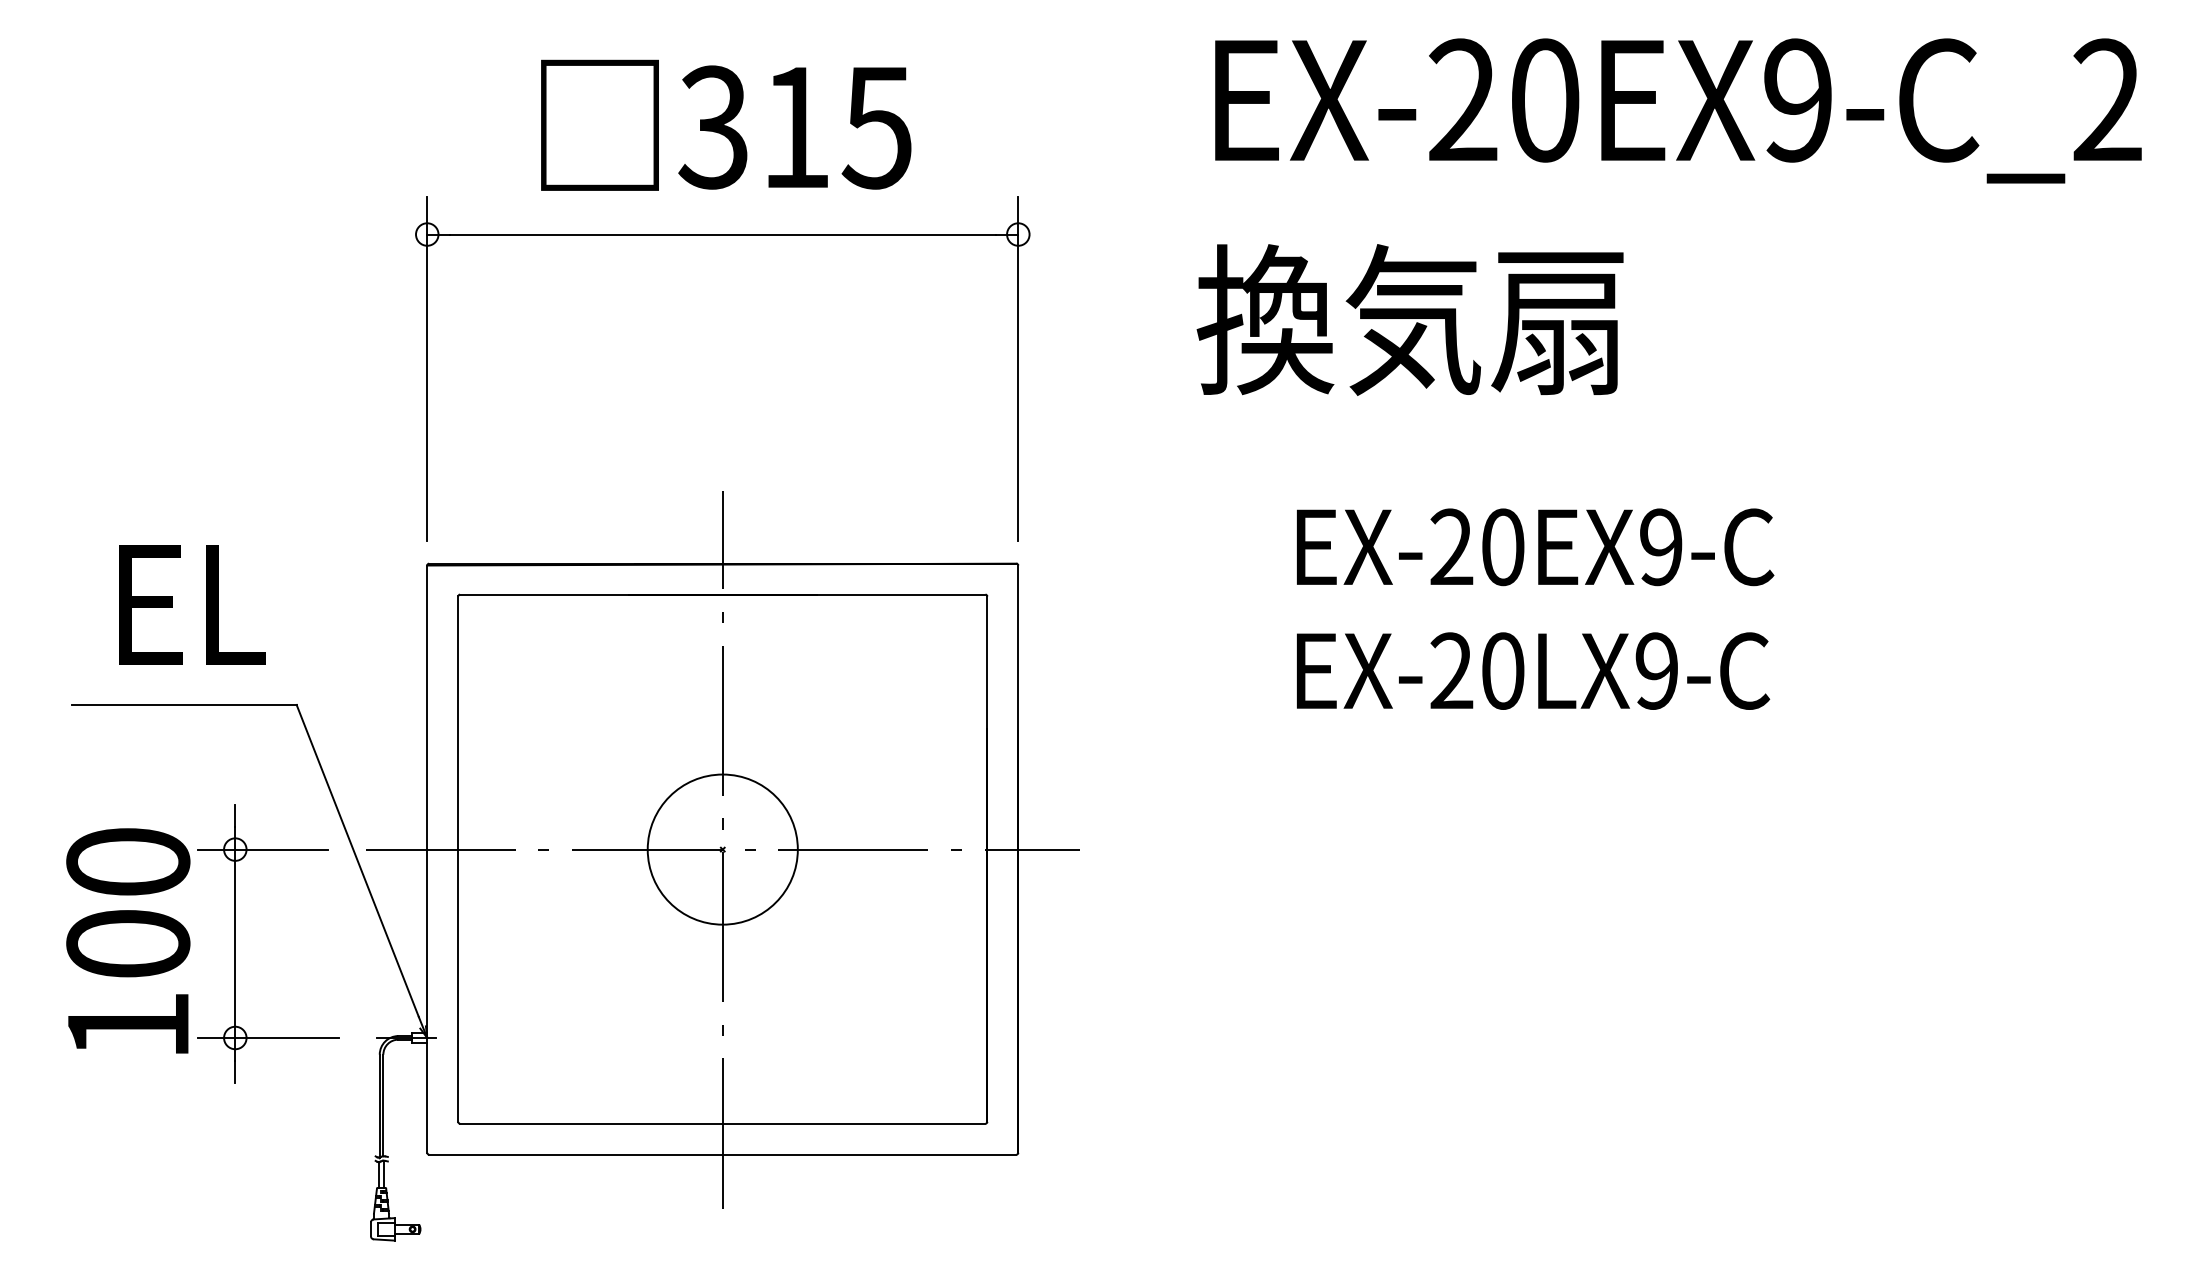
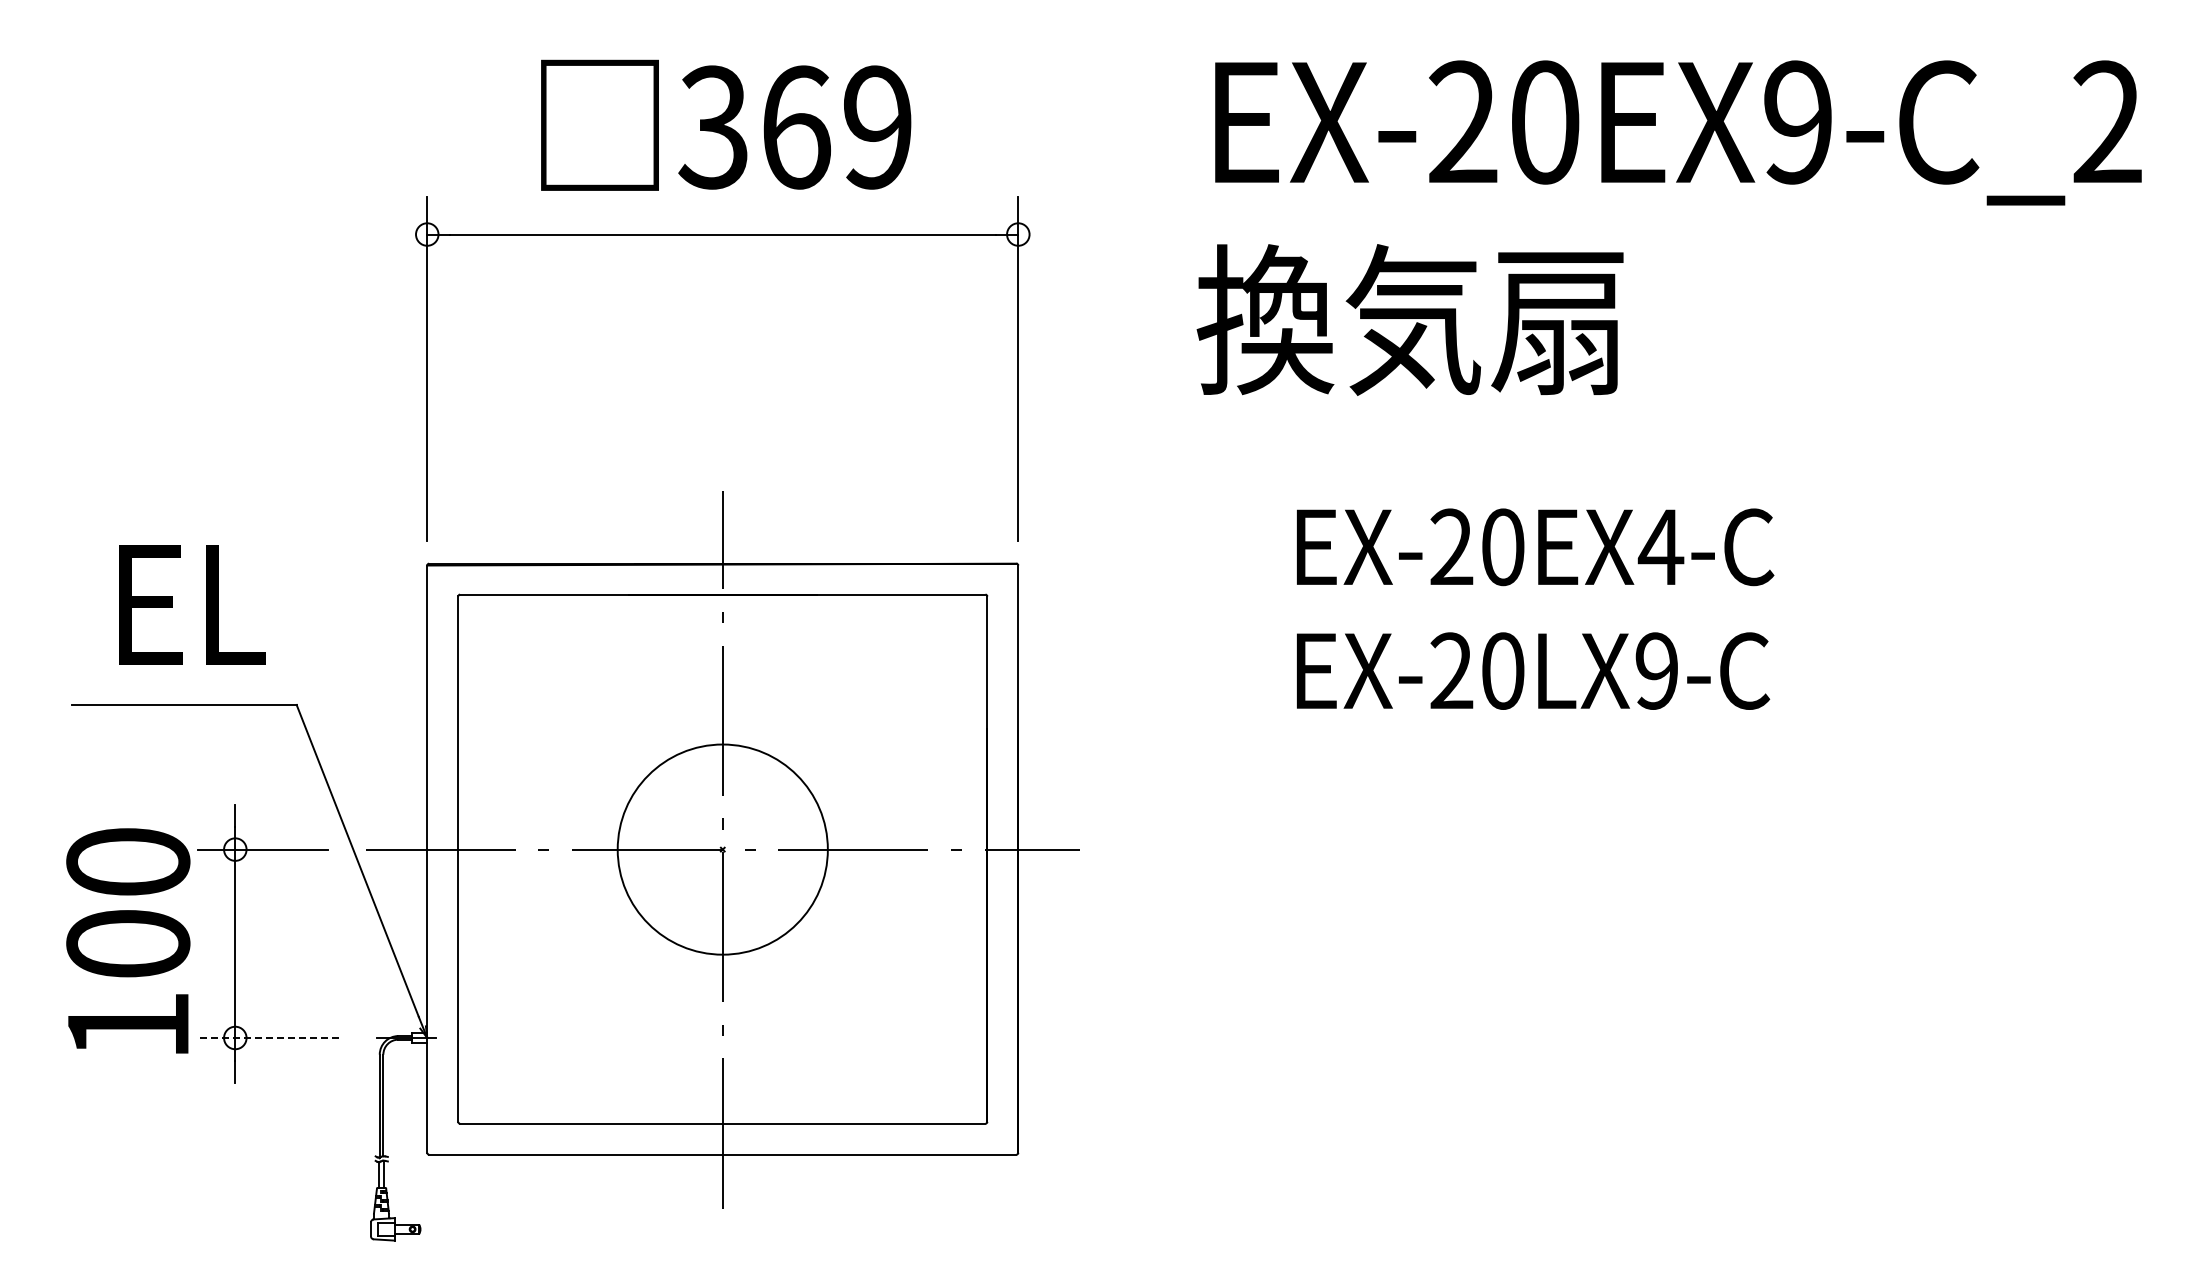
text at (1678, 110) position: (1678, 110) -> (1678, 132)
text at (837, 127): 315 -> 369
text at (1660, 547): EX-20EX9-C -> EX-20EX4-C
circle at (722, 849) diameter: 150 px -> 210 px
line at (268, 1037): solid -> dashed
